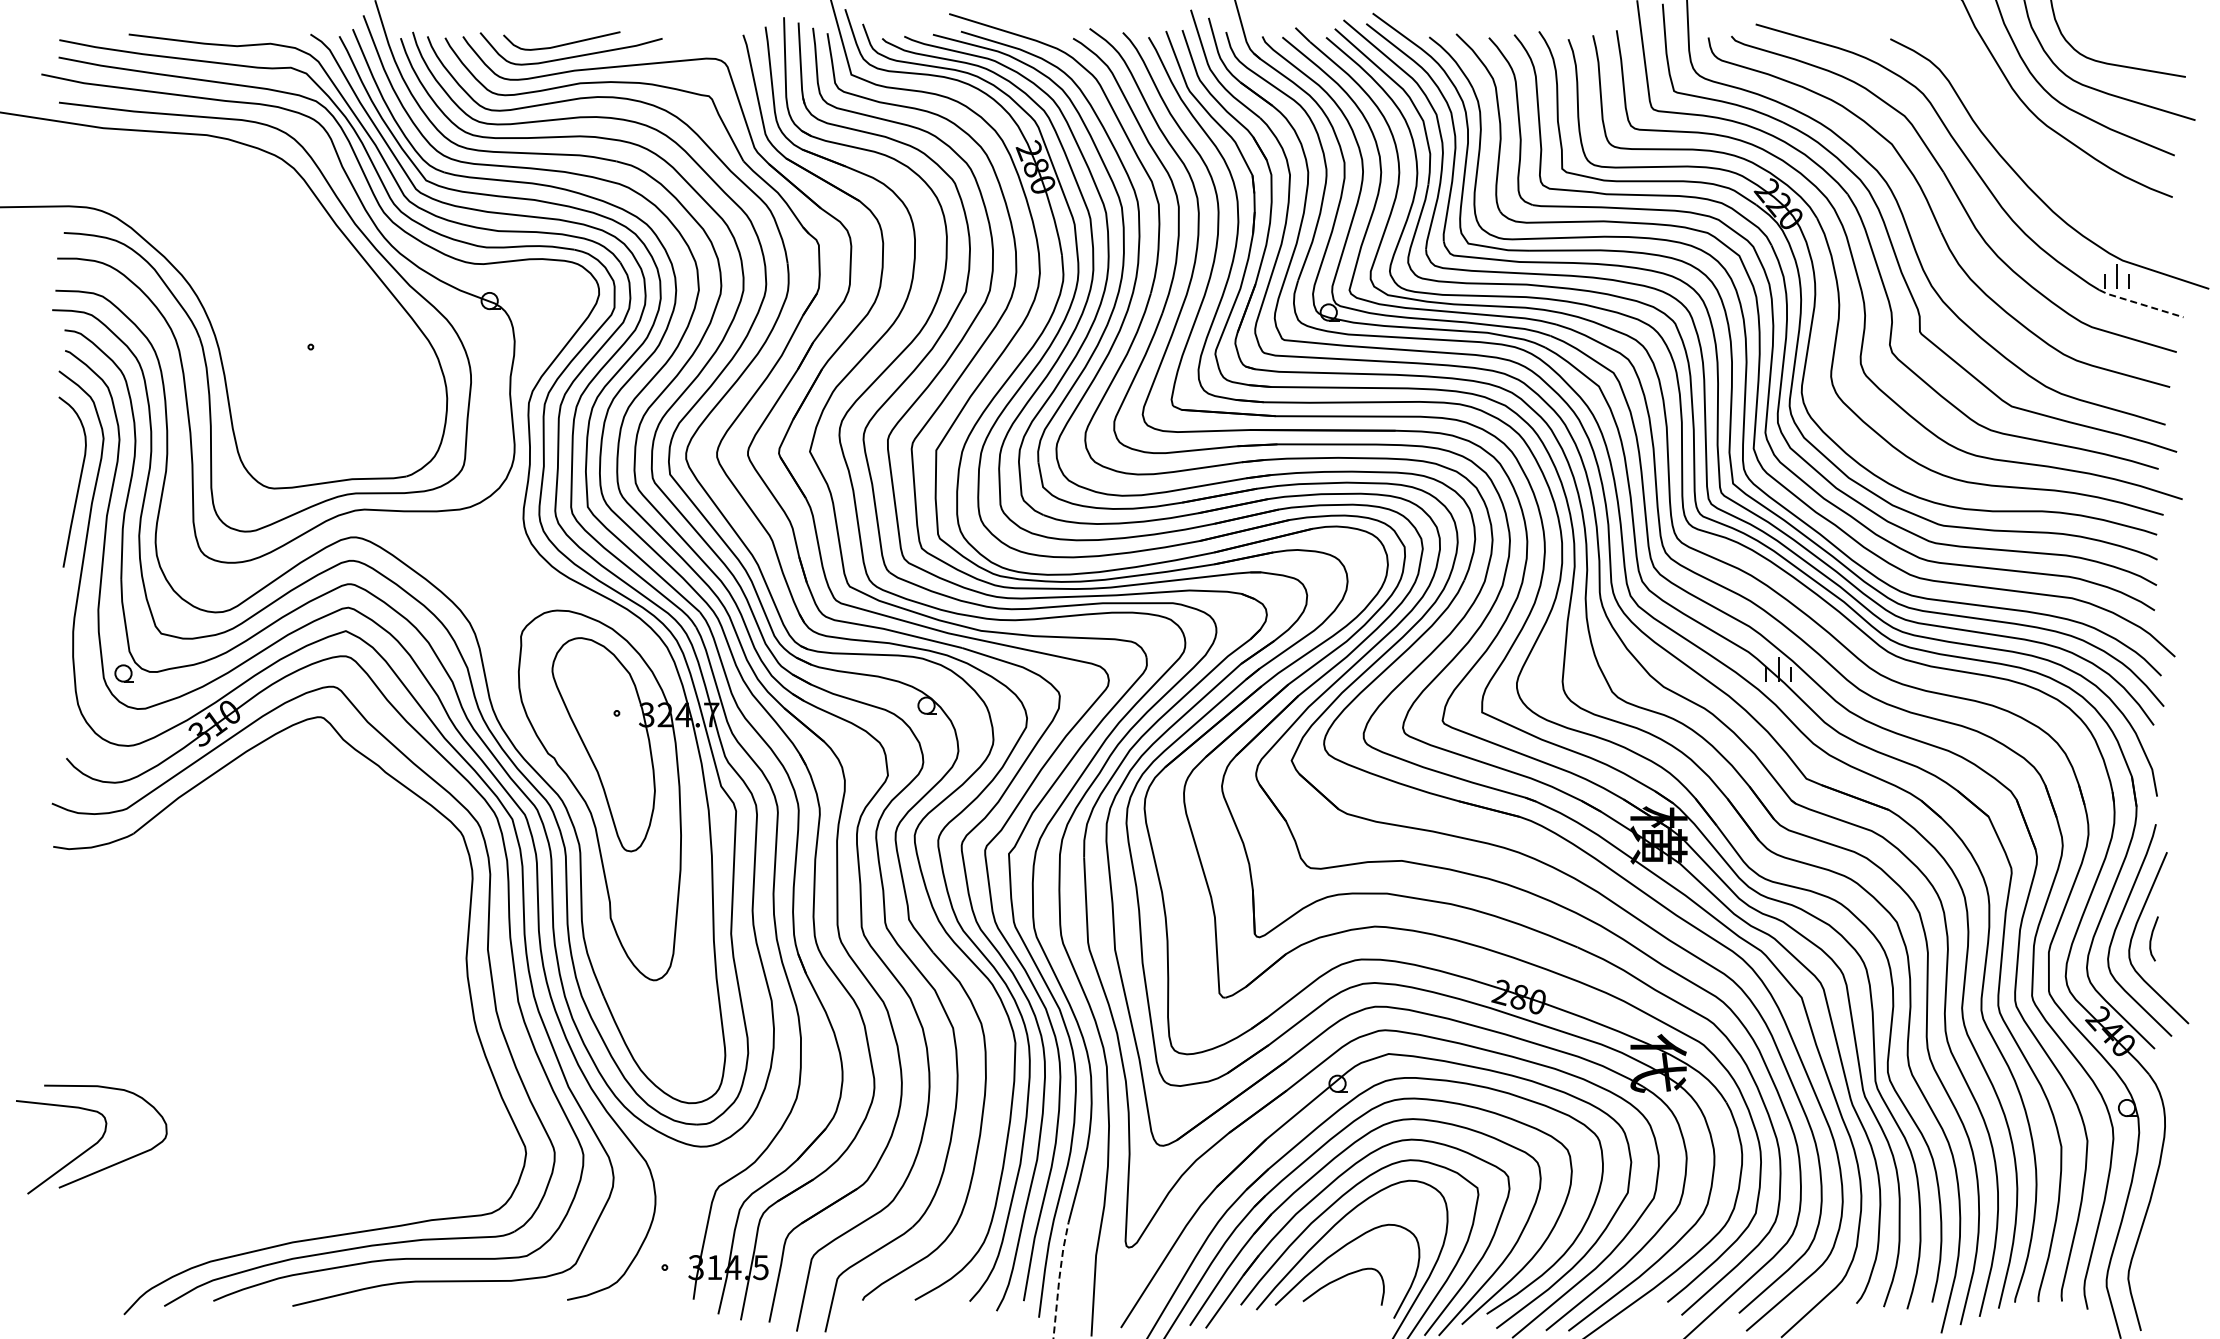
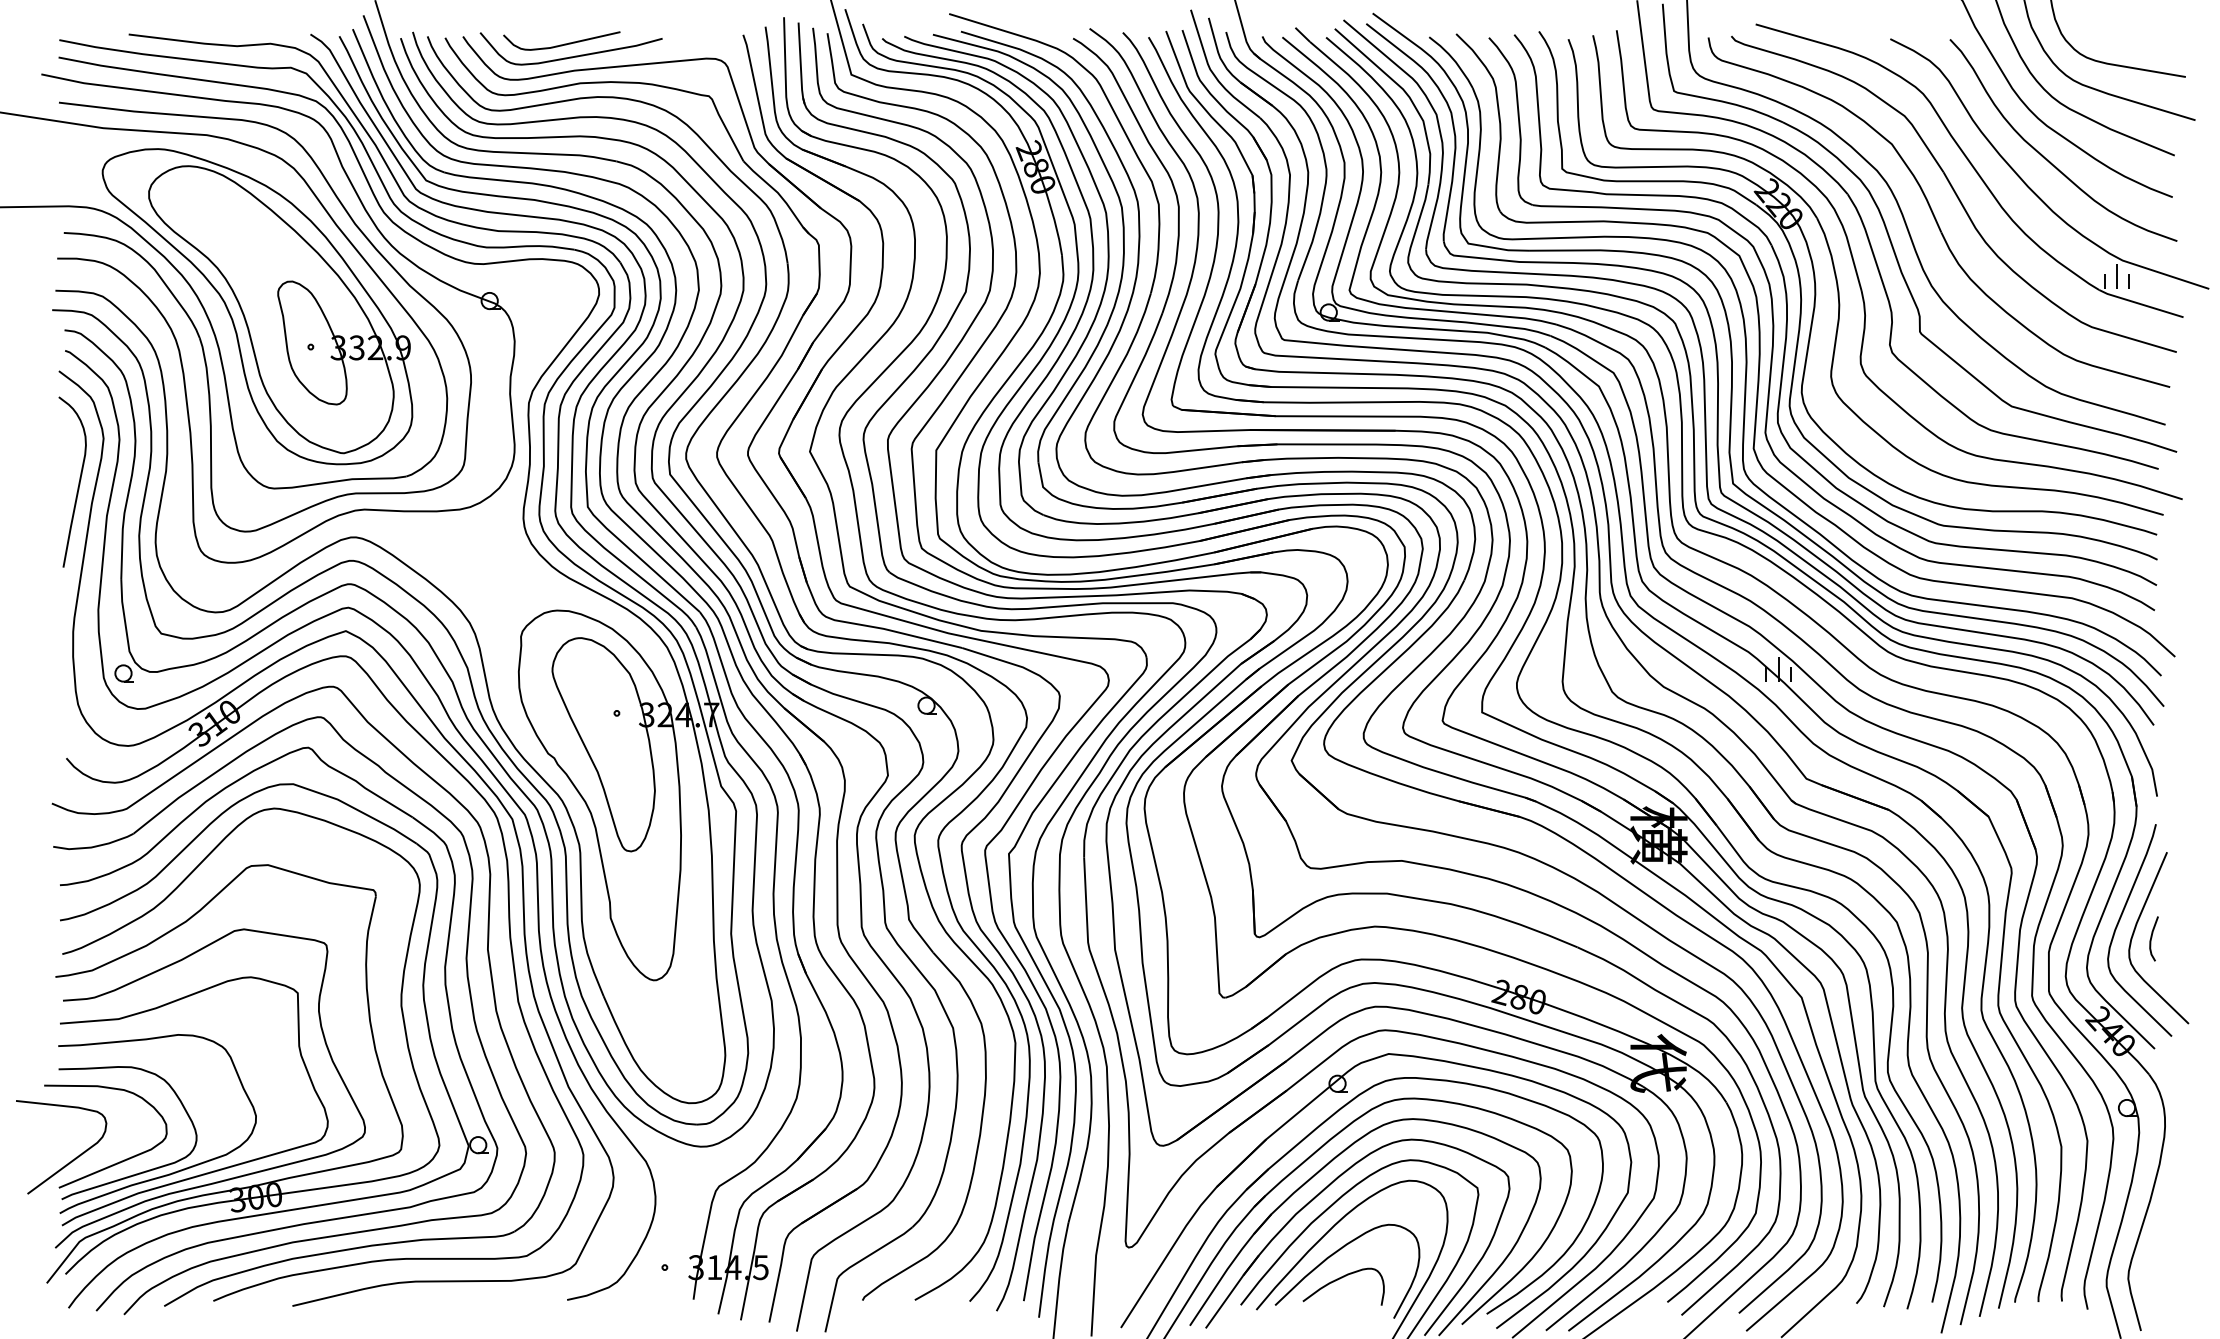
curve at (2048, 159): none -> present
line at (2140, 304): dashed -> solid
part at (257, 306): none -> present
part at (297, 1028): none -> present
line at (1059, 1279): dashed -> solid
